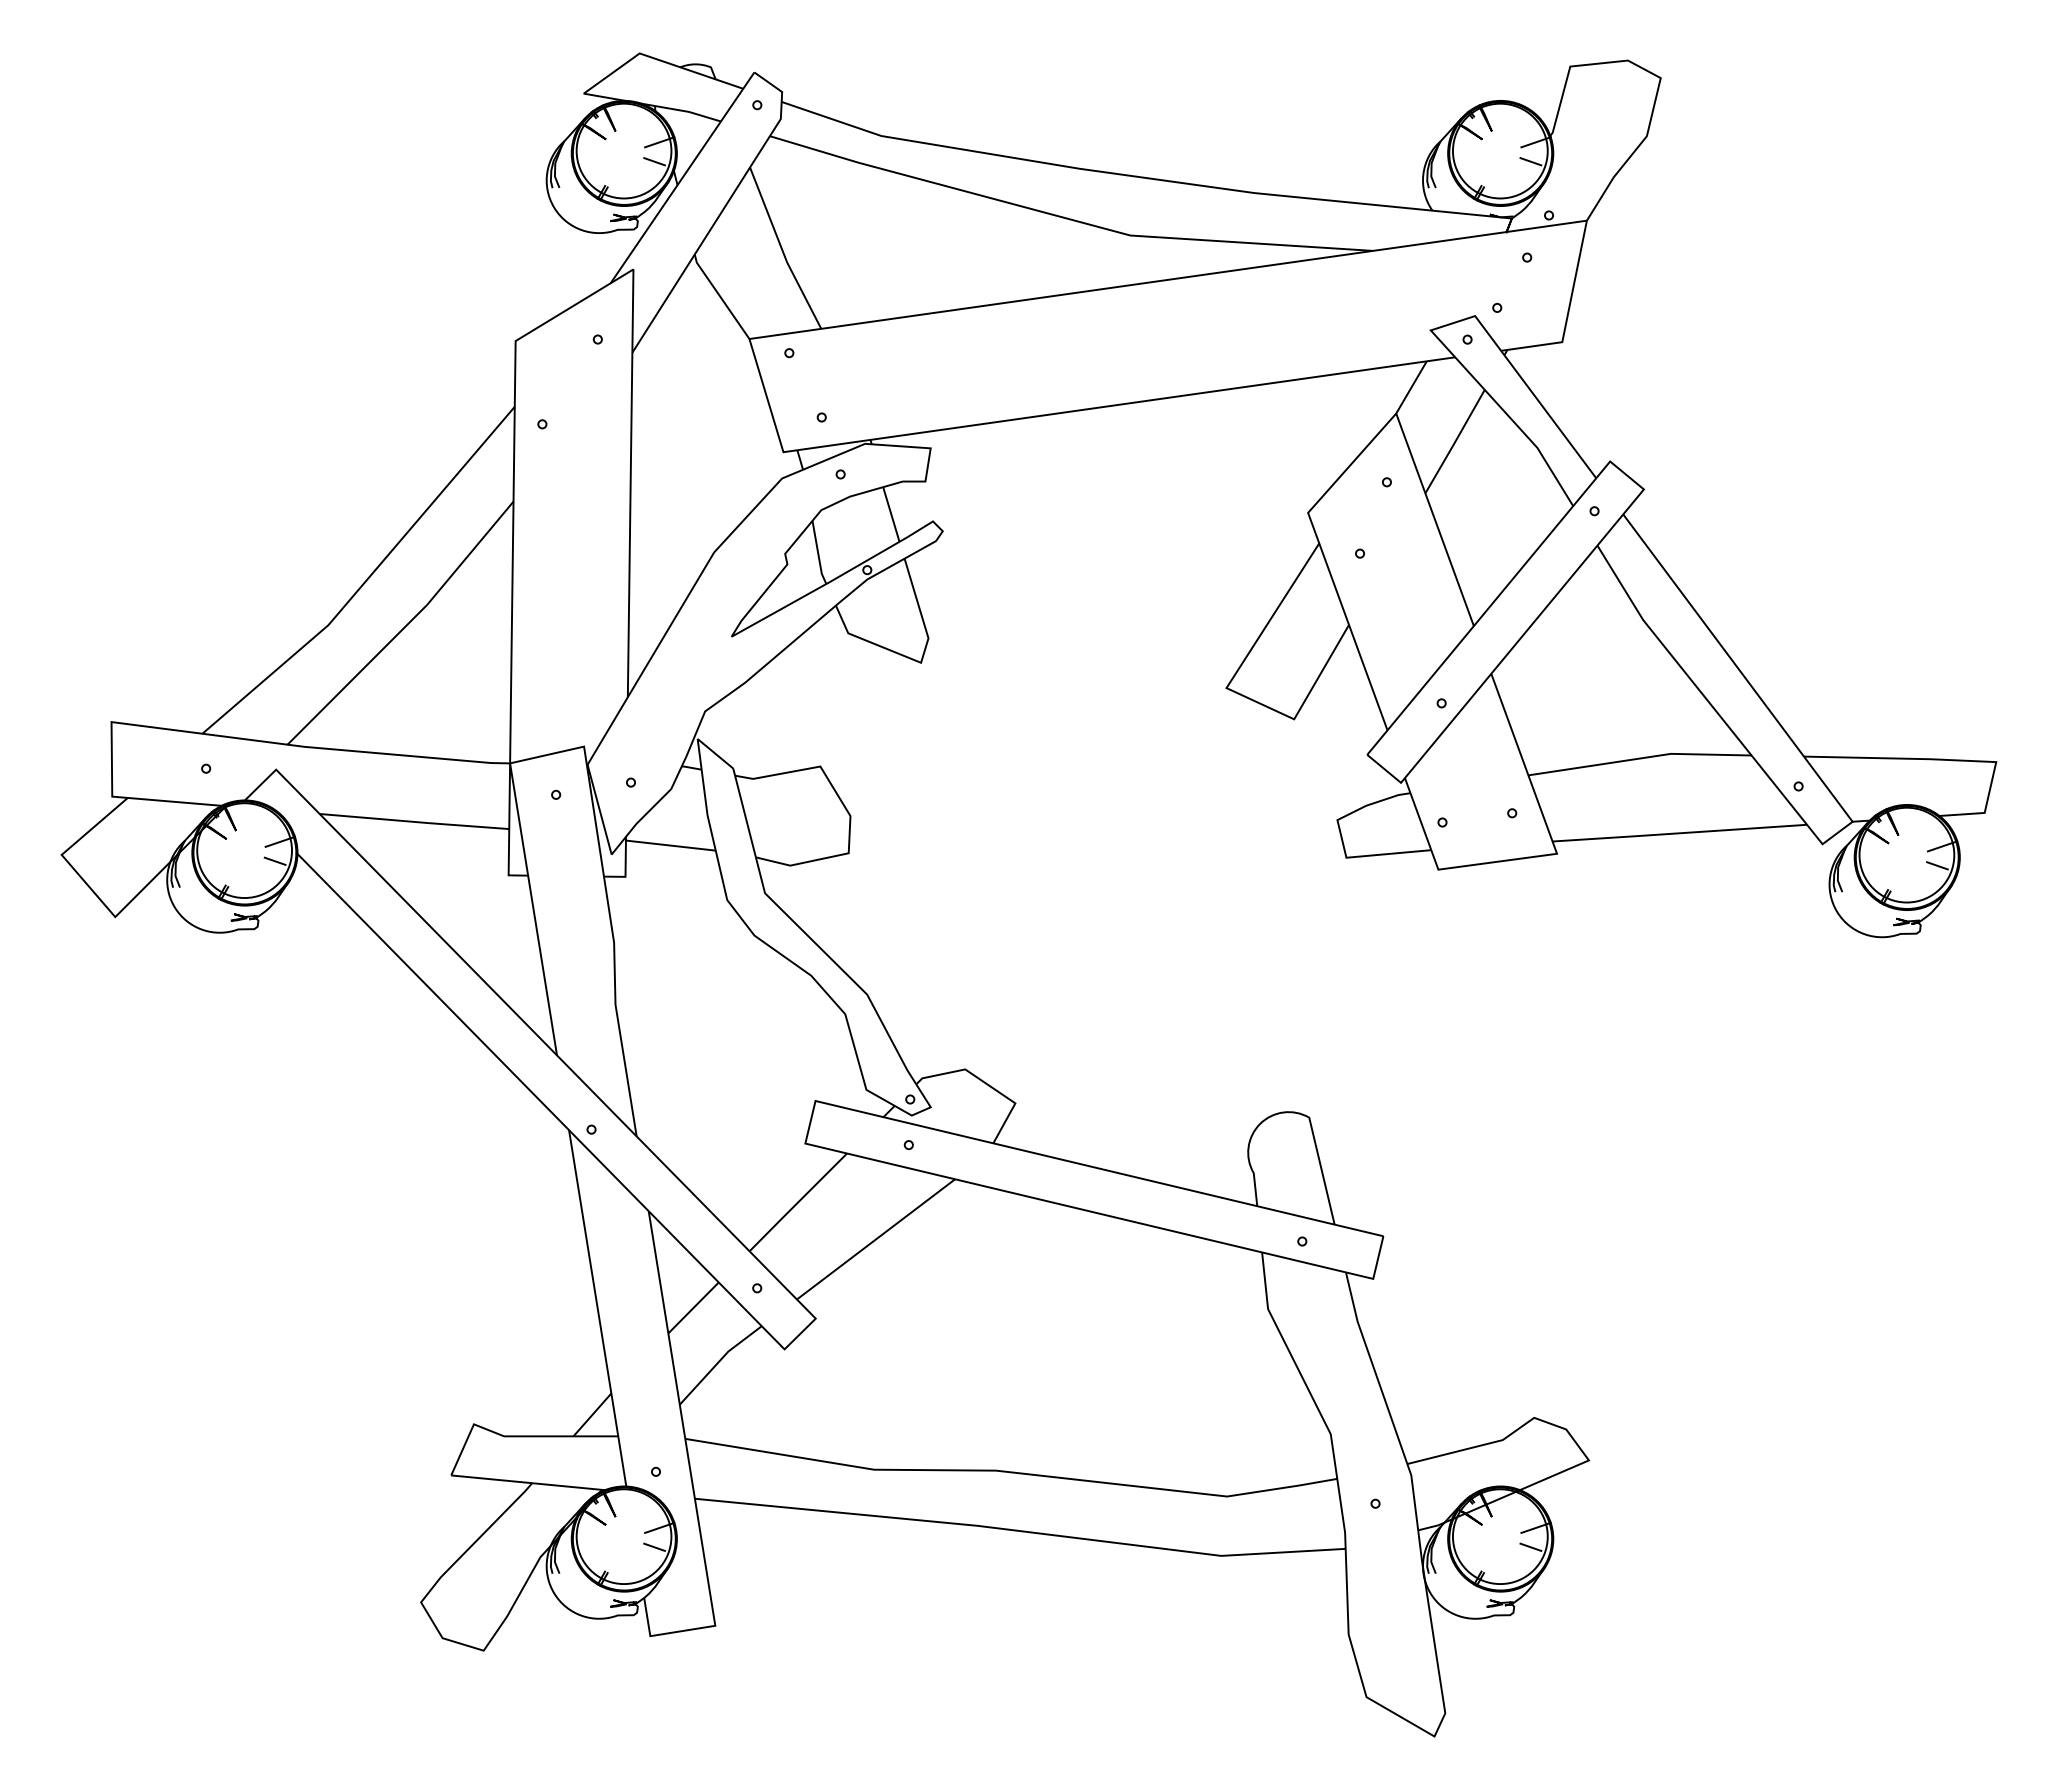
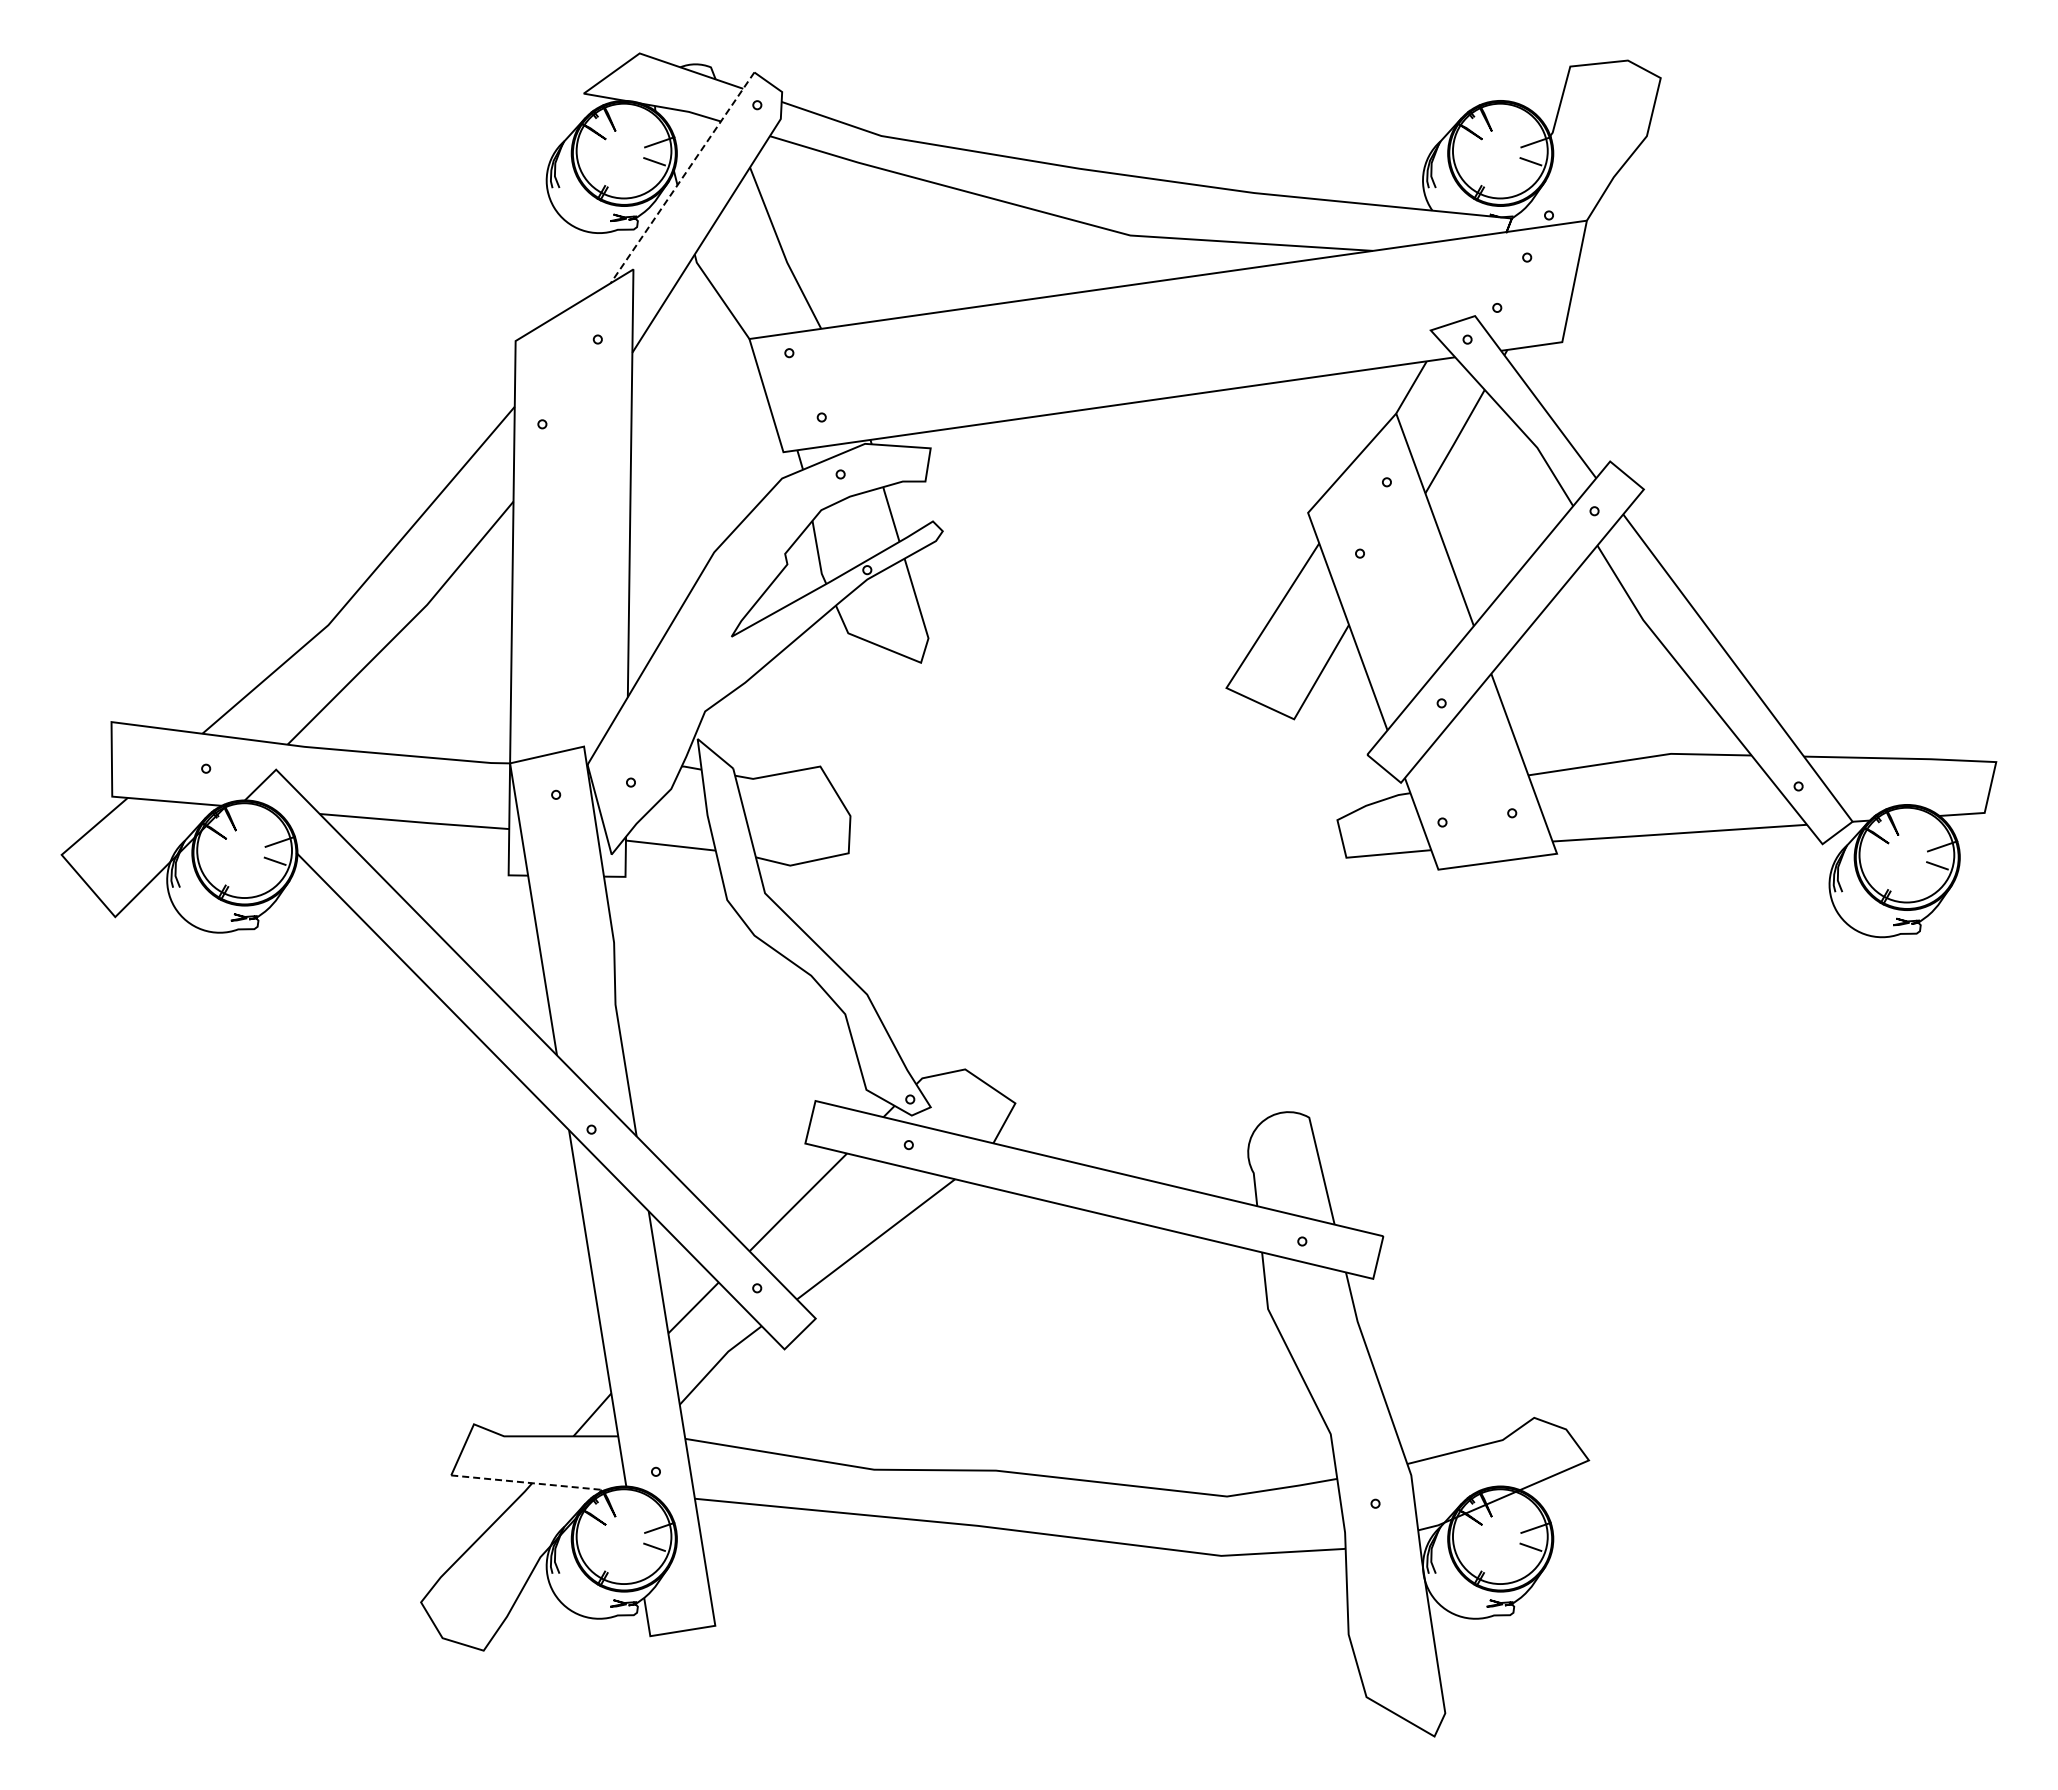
line at (682, 177): solid -> dashed
line at (528, 1482): solid -> dashed
